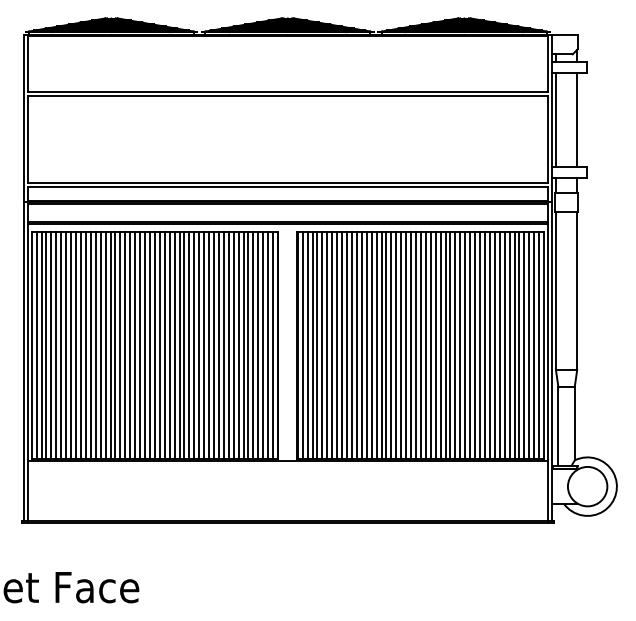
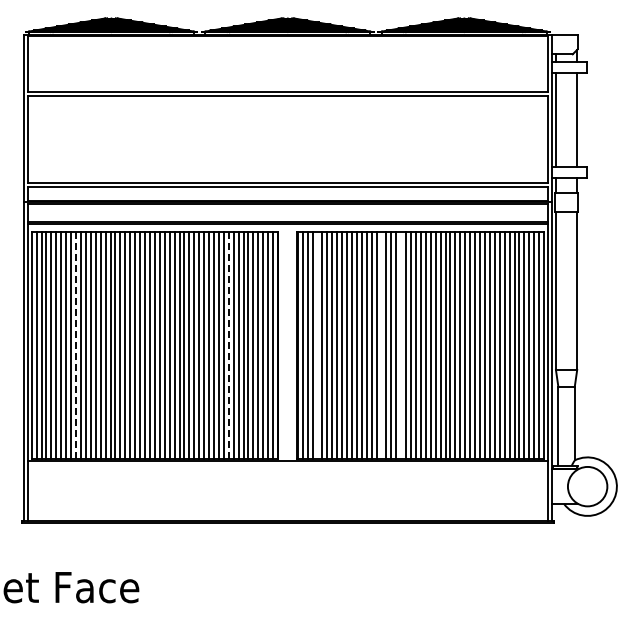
line at (317, 344): present -> none
line at (381, 344): present -> none
line at (401, 344): present -> none
line at (76, 345): solid -> dashed
line at (228, 345): solid -> dashed
